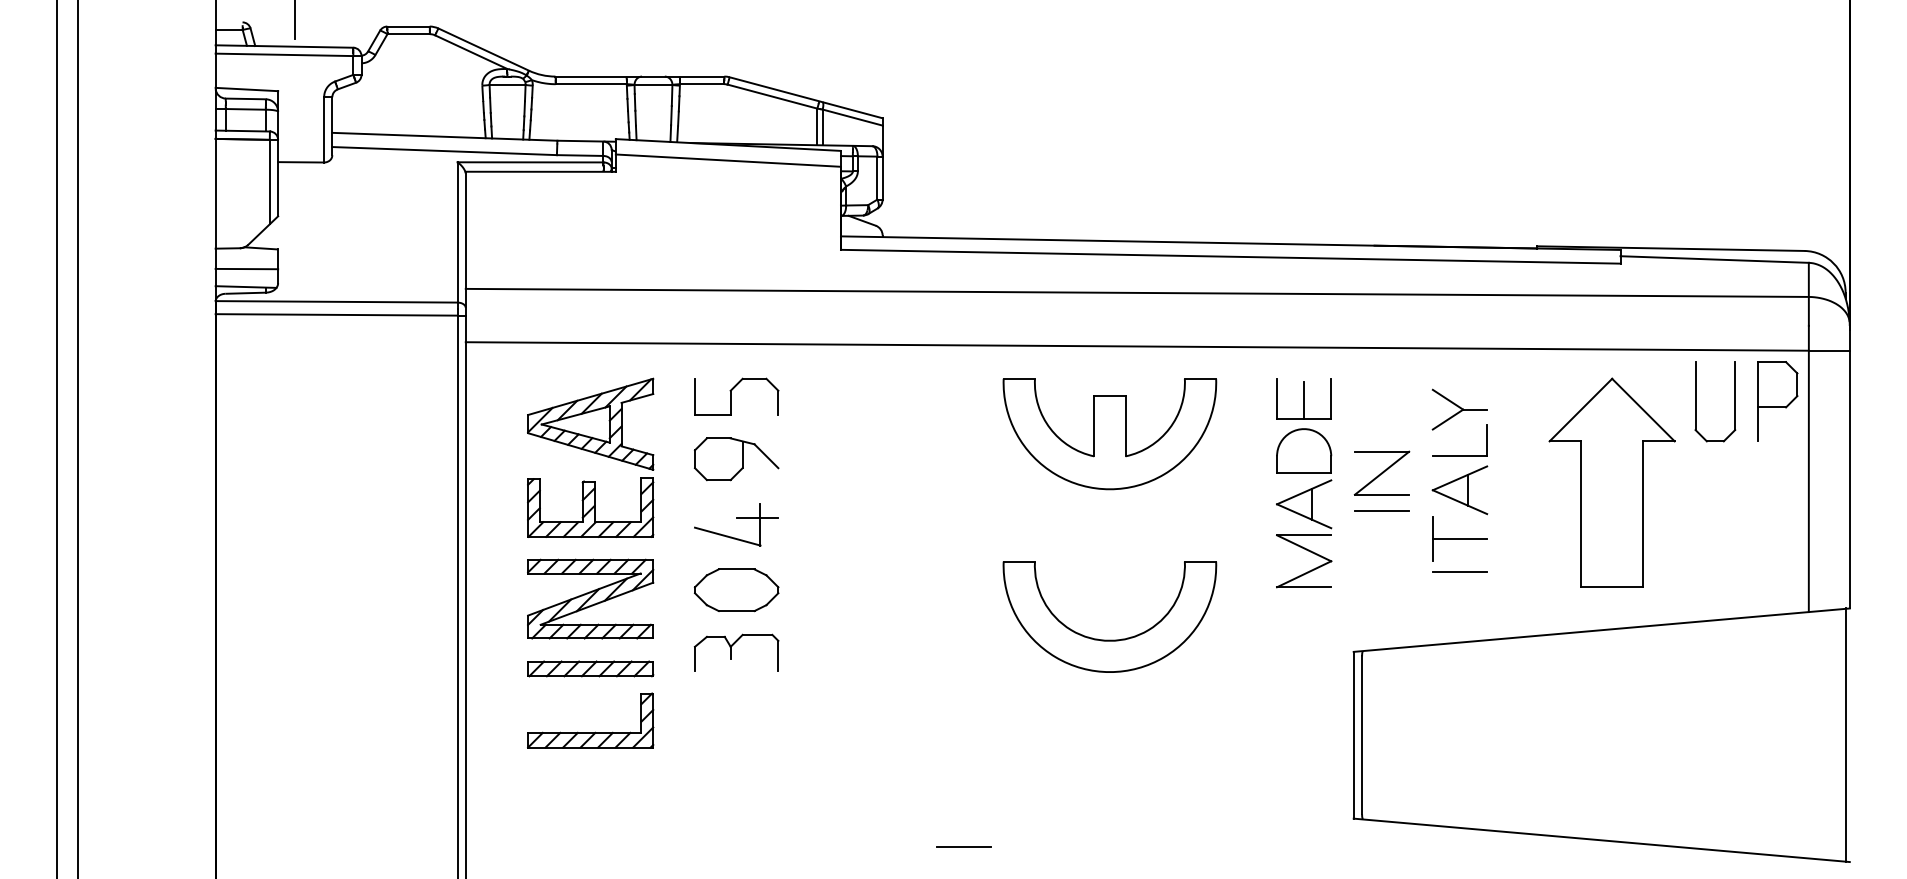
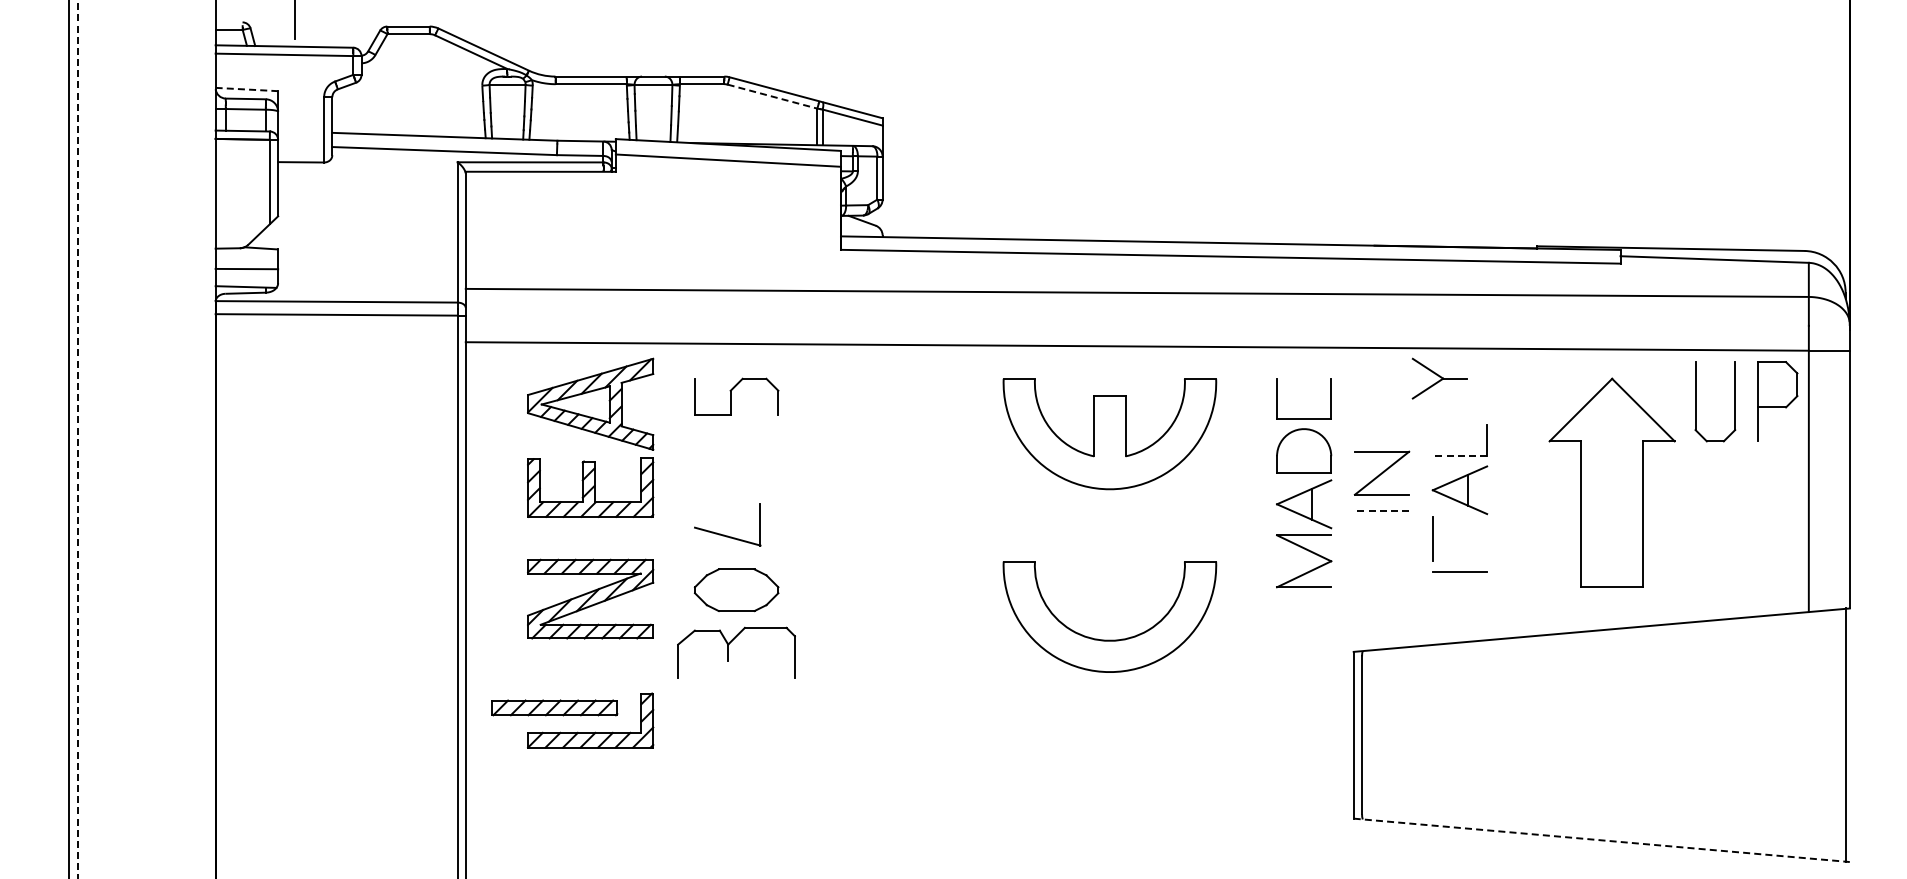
line at (247, 89): solid -> dashed
line at (773, 96): solid -> dashed
line at (1304, 399): present -> none
part at (1459, 409) position: (1459, 409) -> (1439, 378)
line at (57, 438) position: (57, 438) -> (69, 438)
line at (77, 439): solid -> dashed
line at (1459, 456): solid -> dashed
part at (590, 457) position: (590, 457) -> (590, 437)
part at (736, 459): present -> none
line at (1381, 510): solid -> dashed
line at (757, 517): present -> none
line at (1459, 538): present -> none
part at (736, 652) size: 86x39 px -> 119x53 px
part at (590, 668) position: (590, 668) -> (554, 707)
line at (1601, 840): solid -> dashed
line at (963, 846): present -> none
